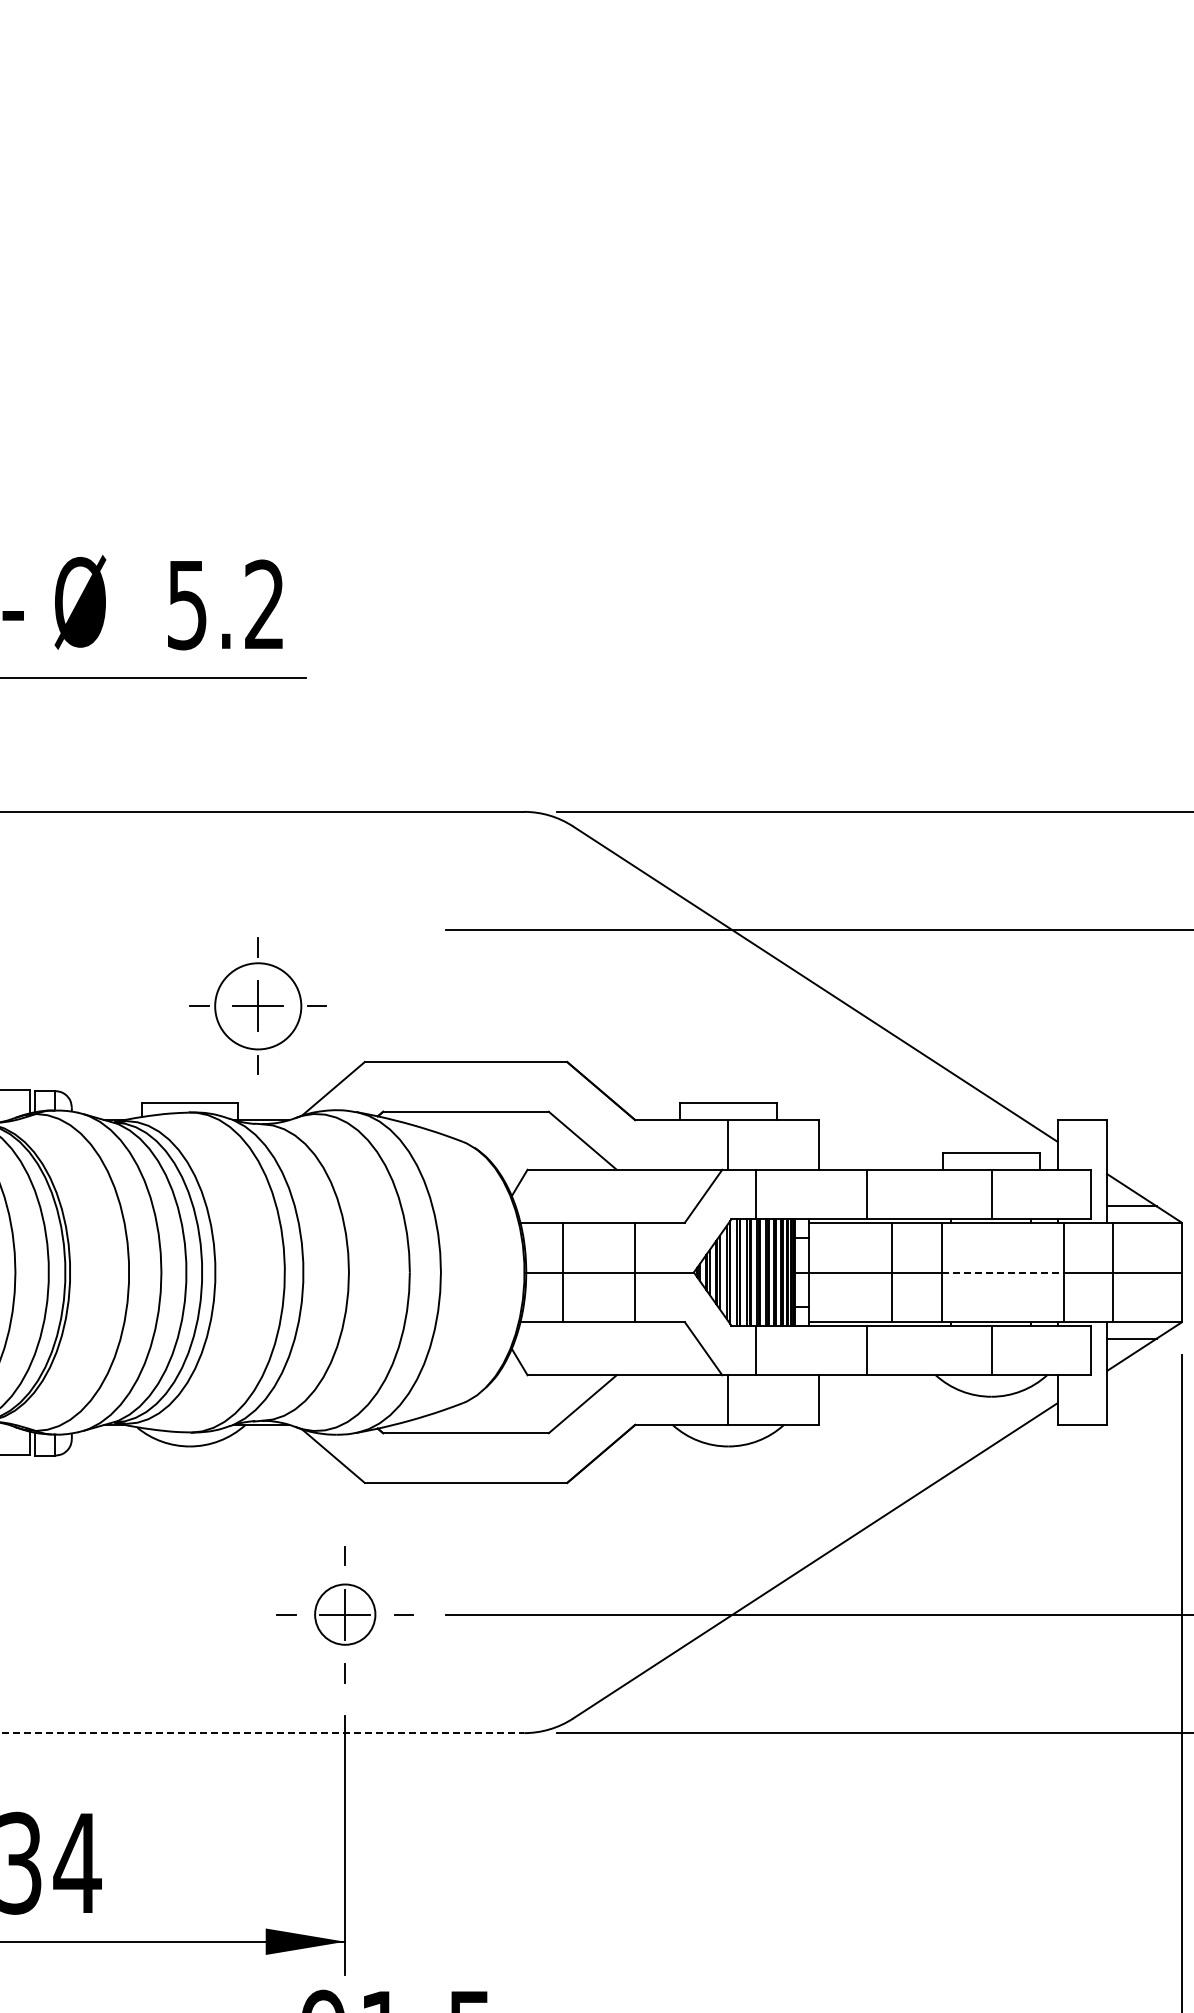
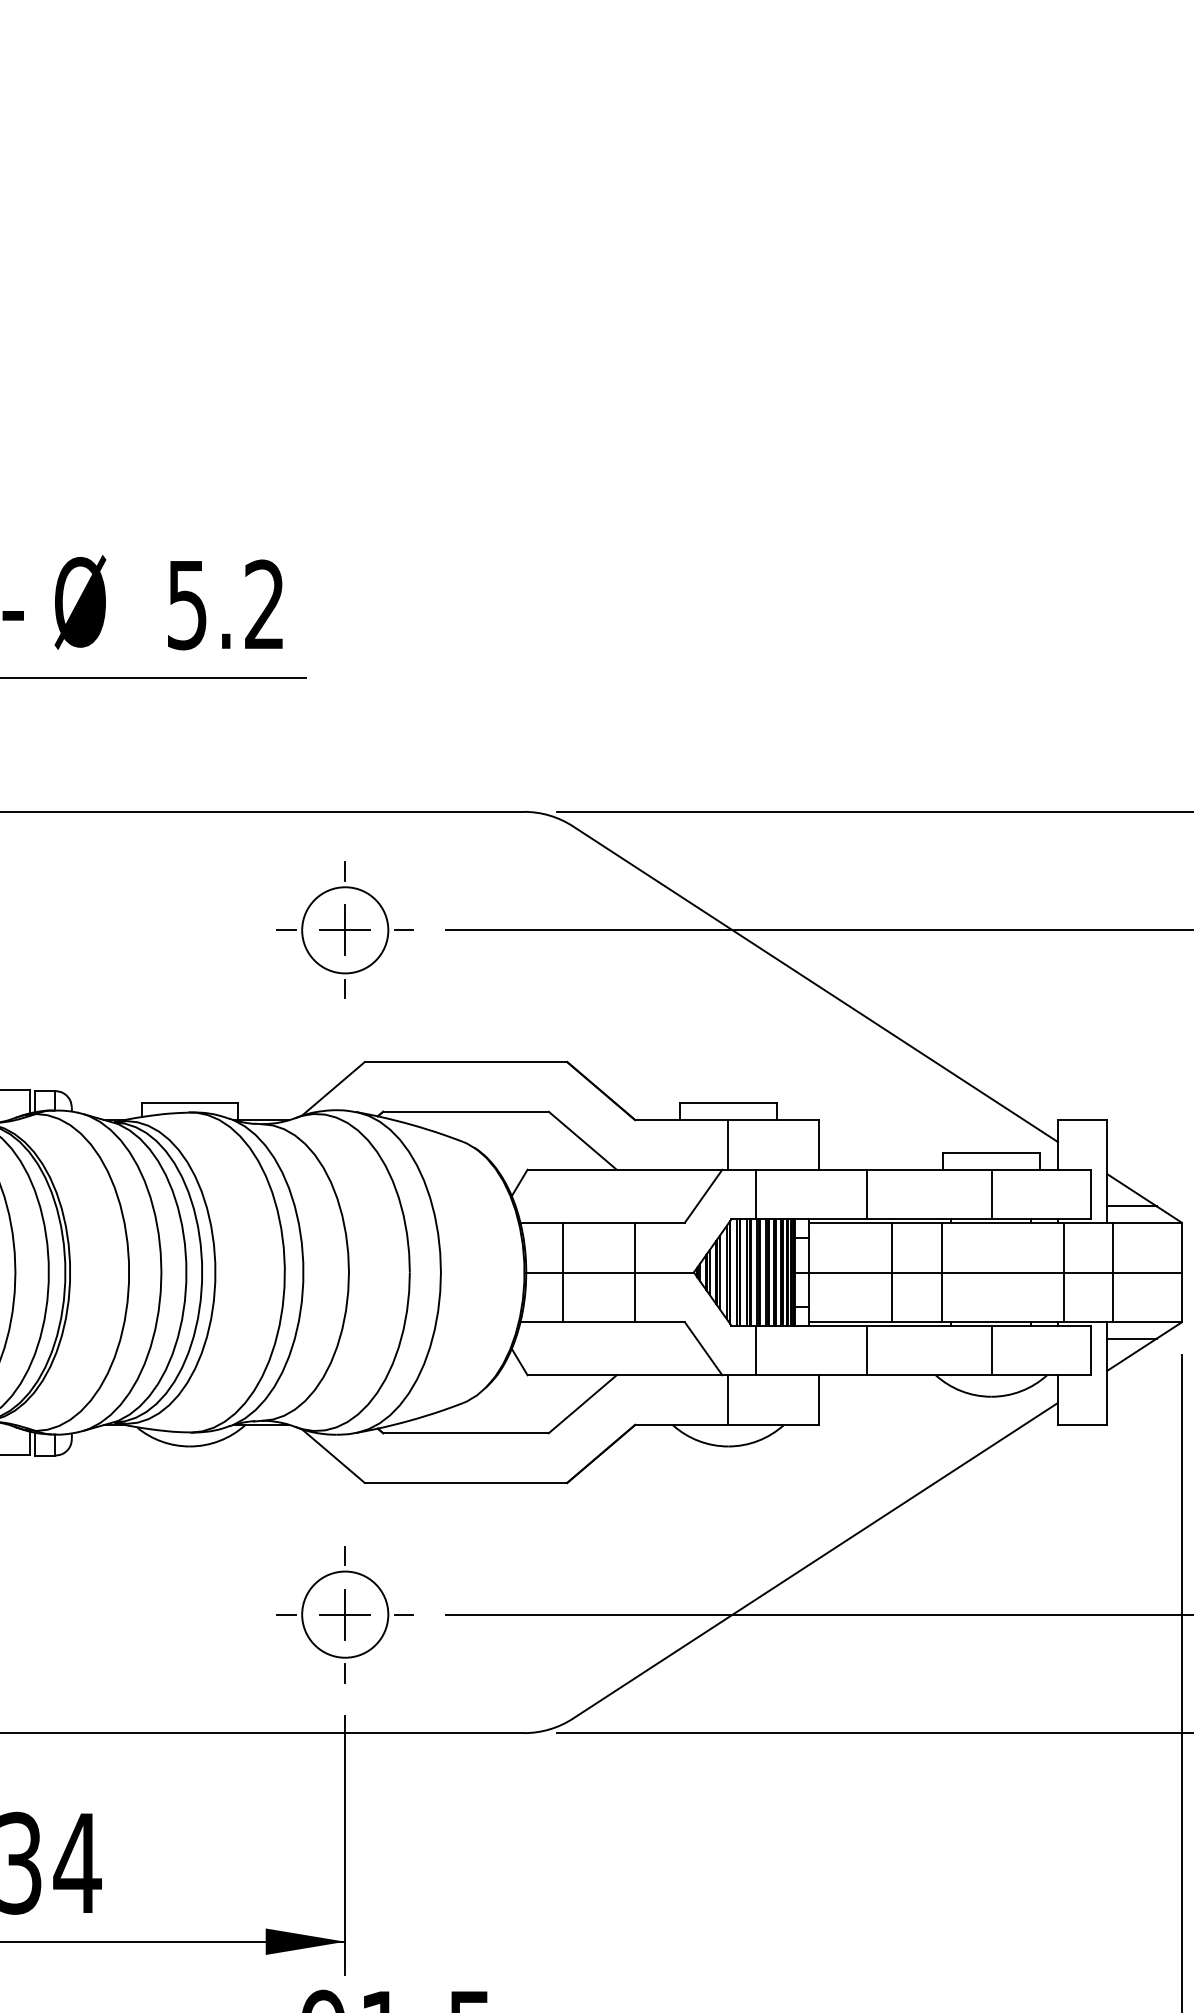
part at (257, 1005) position: (257, 1005) -> (344, 929)
line at (1003, 1272): dashed -> solid
circle at (345, 1614) diameter: 60 px -> 86 px
line at (262, 1733): dashed -> solid
